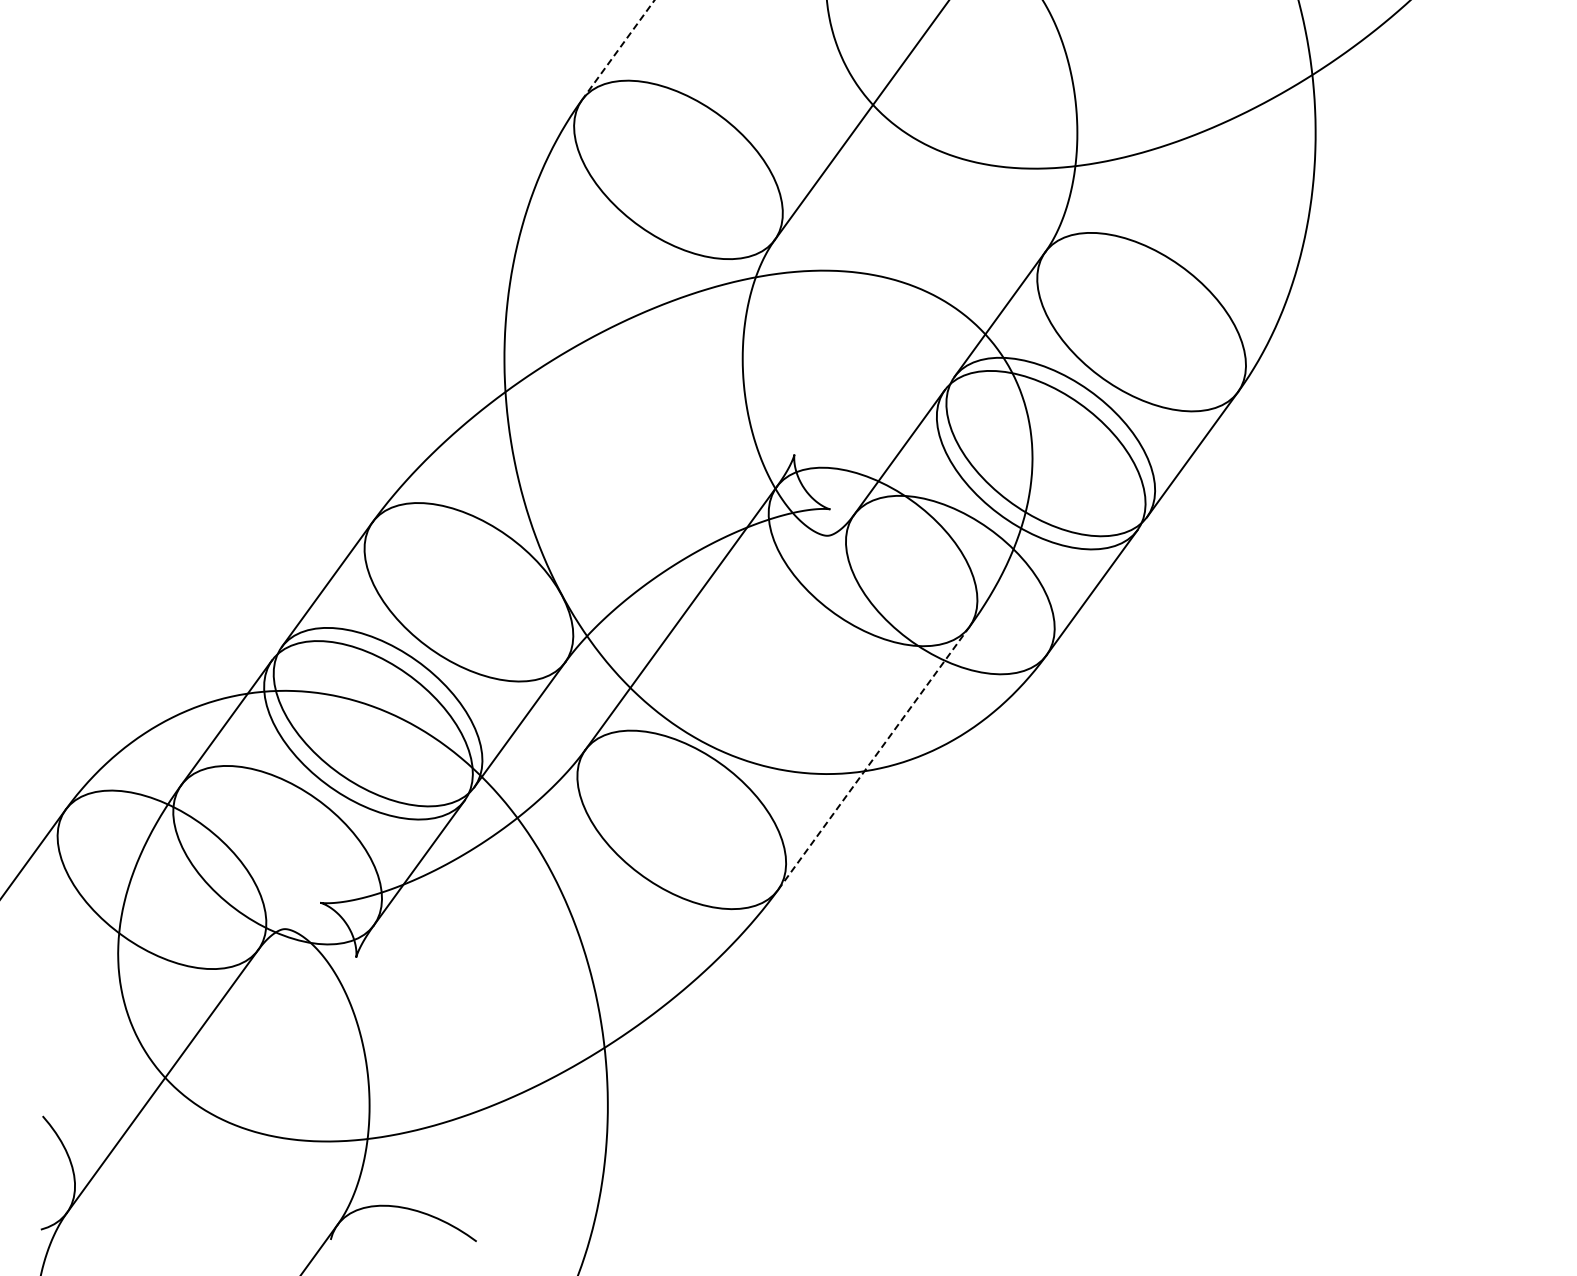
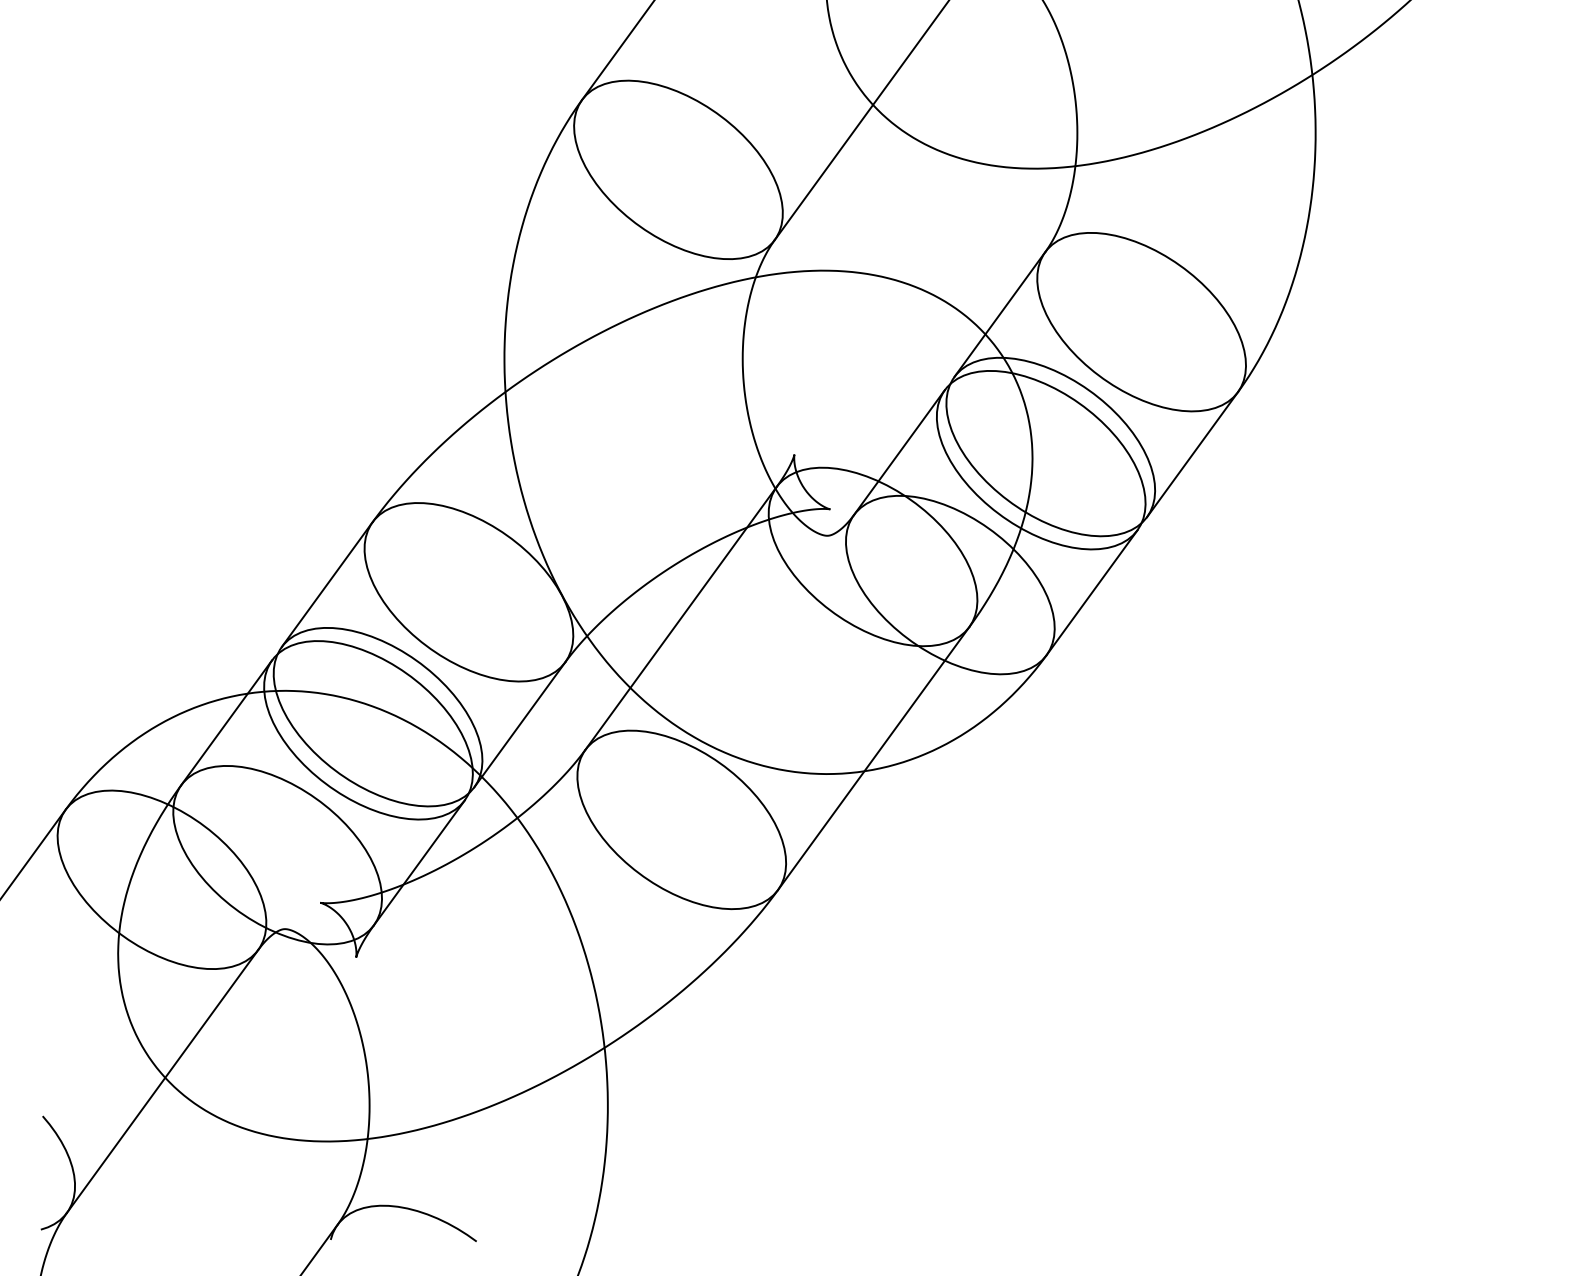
line at (617, 50): dashed -> solid
line at (873, 758): dashed -> solid
